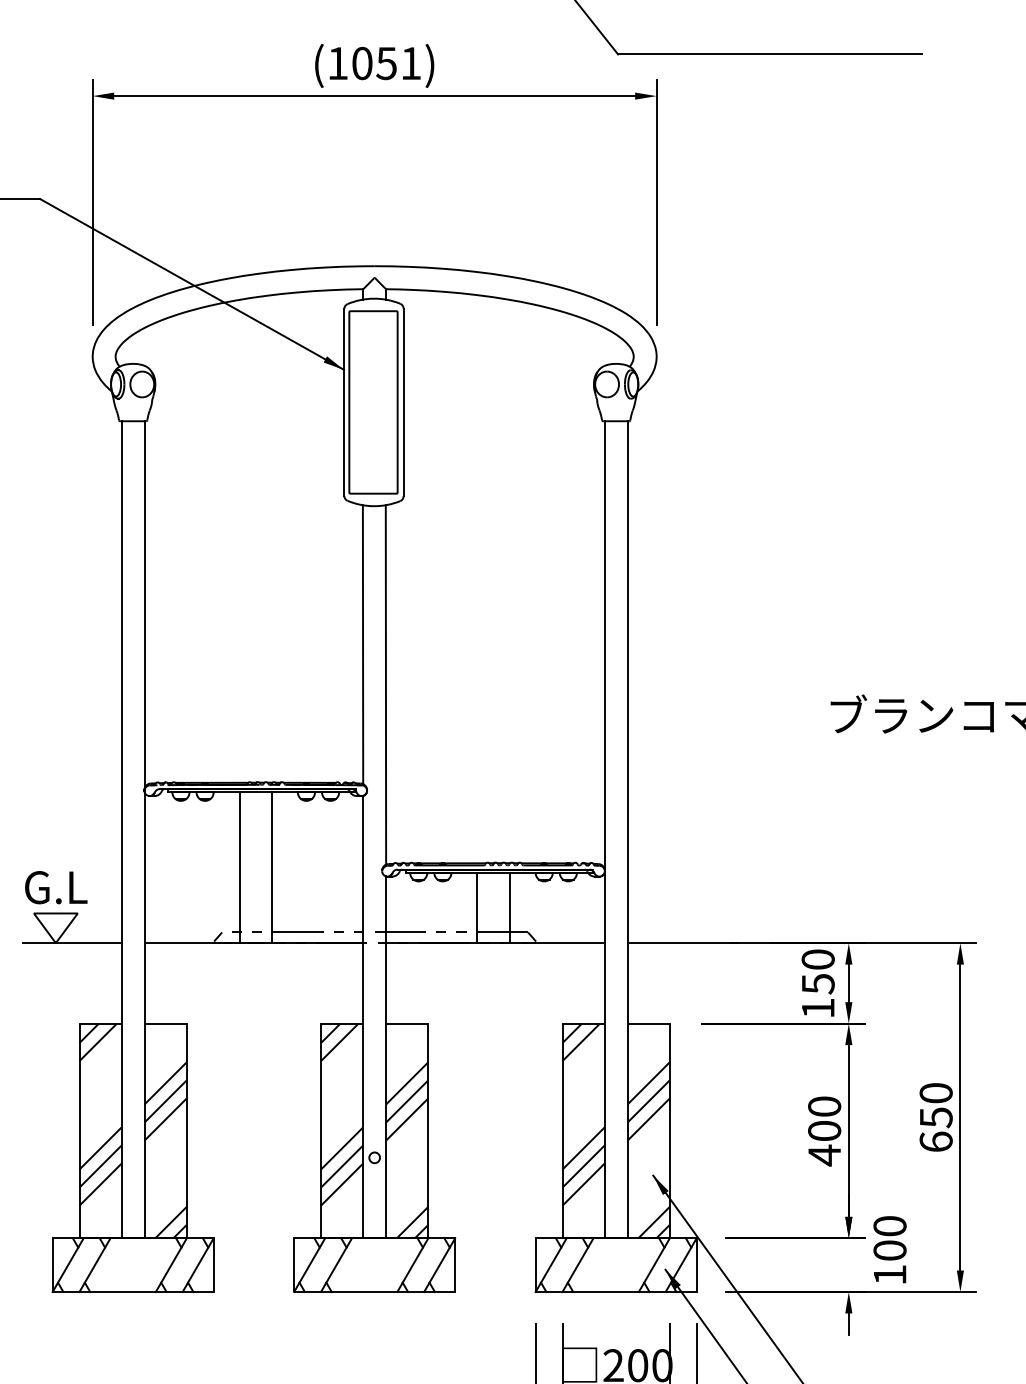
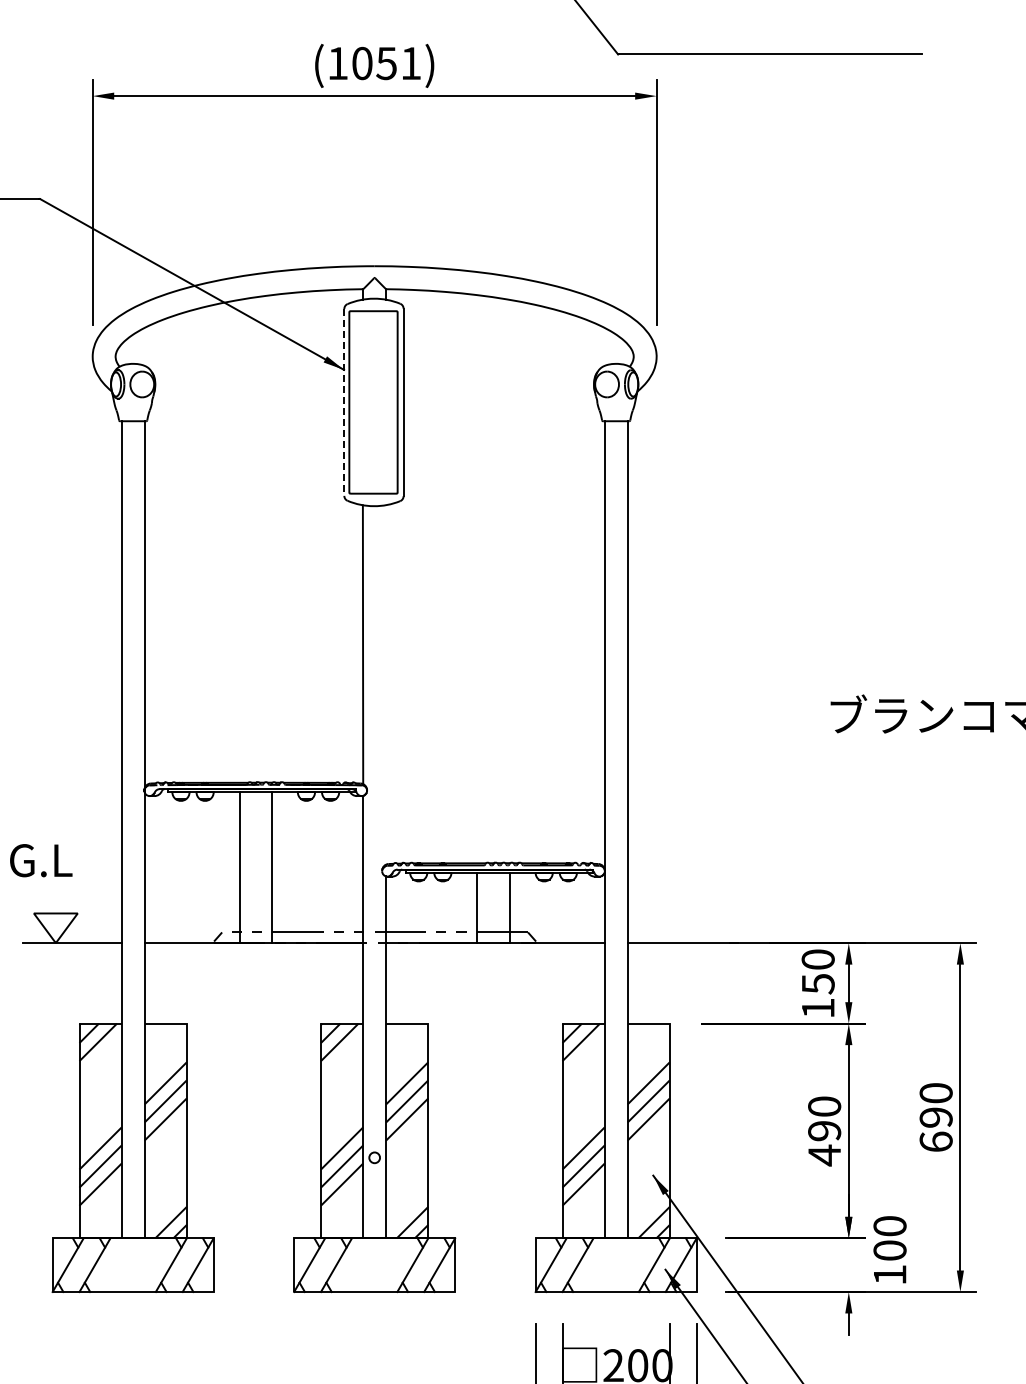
line at (344, 402): solid -> dashed
line at (385, 684): present -> none
text at (56, 887) position: (56, 887) -> (41, 860)
text at (935, 1117): 650 -> 690
text at (824, 1131): 400 -> 490
